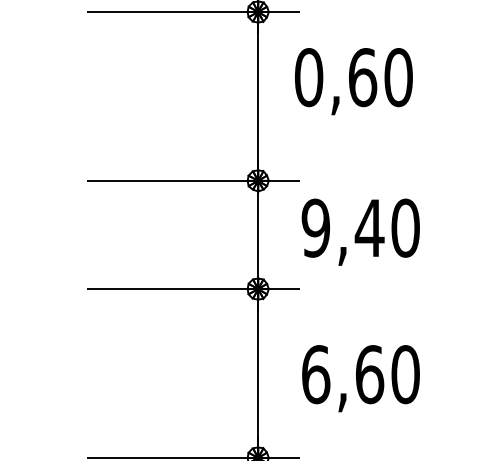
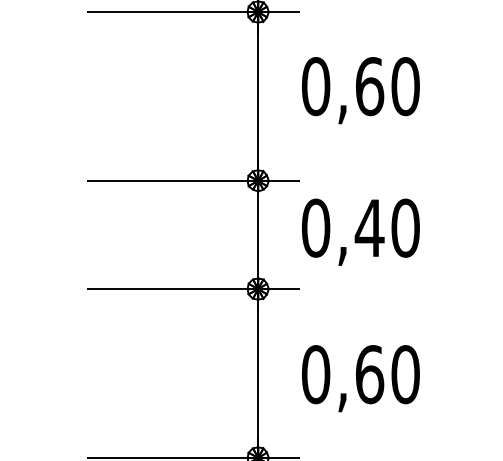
text at (353, 81) position: (353, 81) -> (360, 90)
text at (315, 227): 9,40 -> 0,40
text at (316, 374): 6,60 -> 0,60
